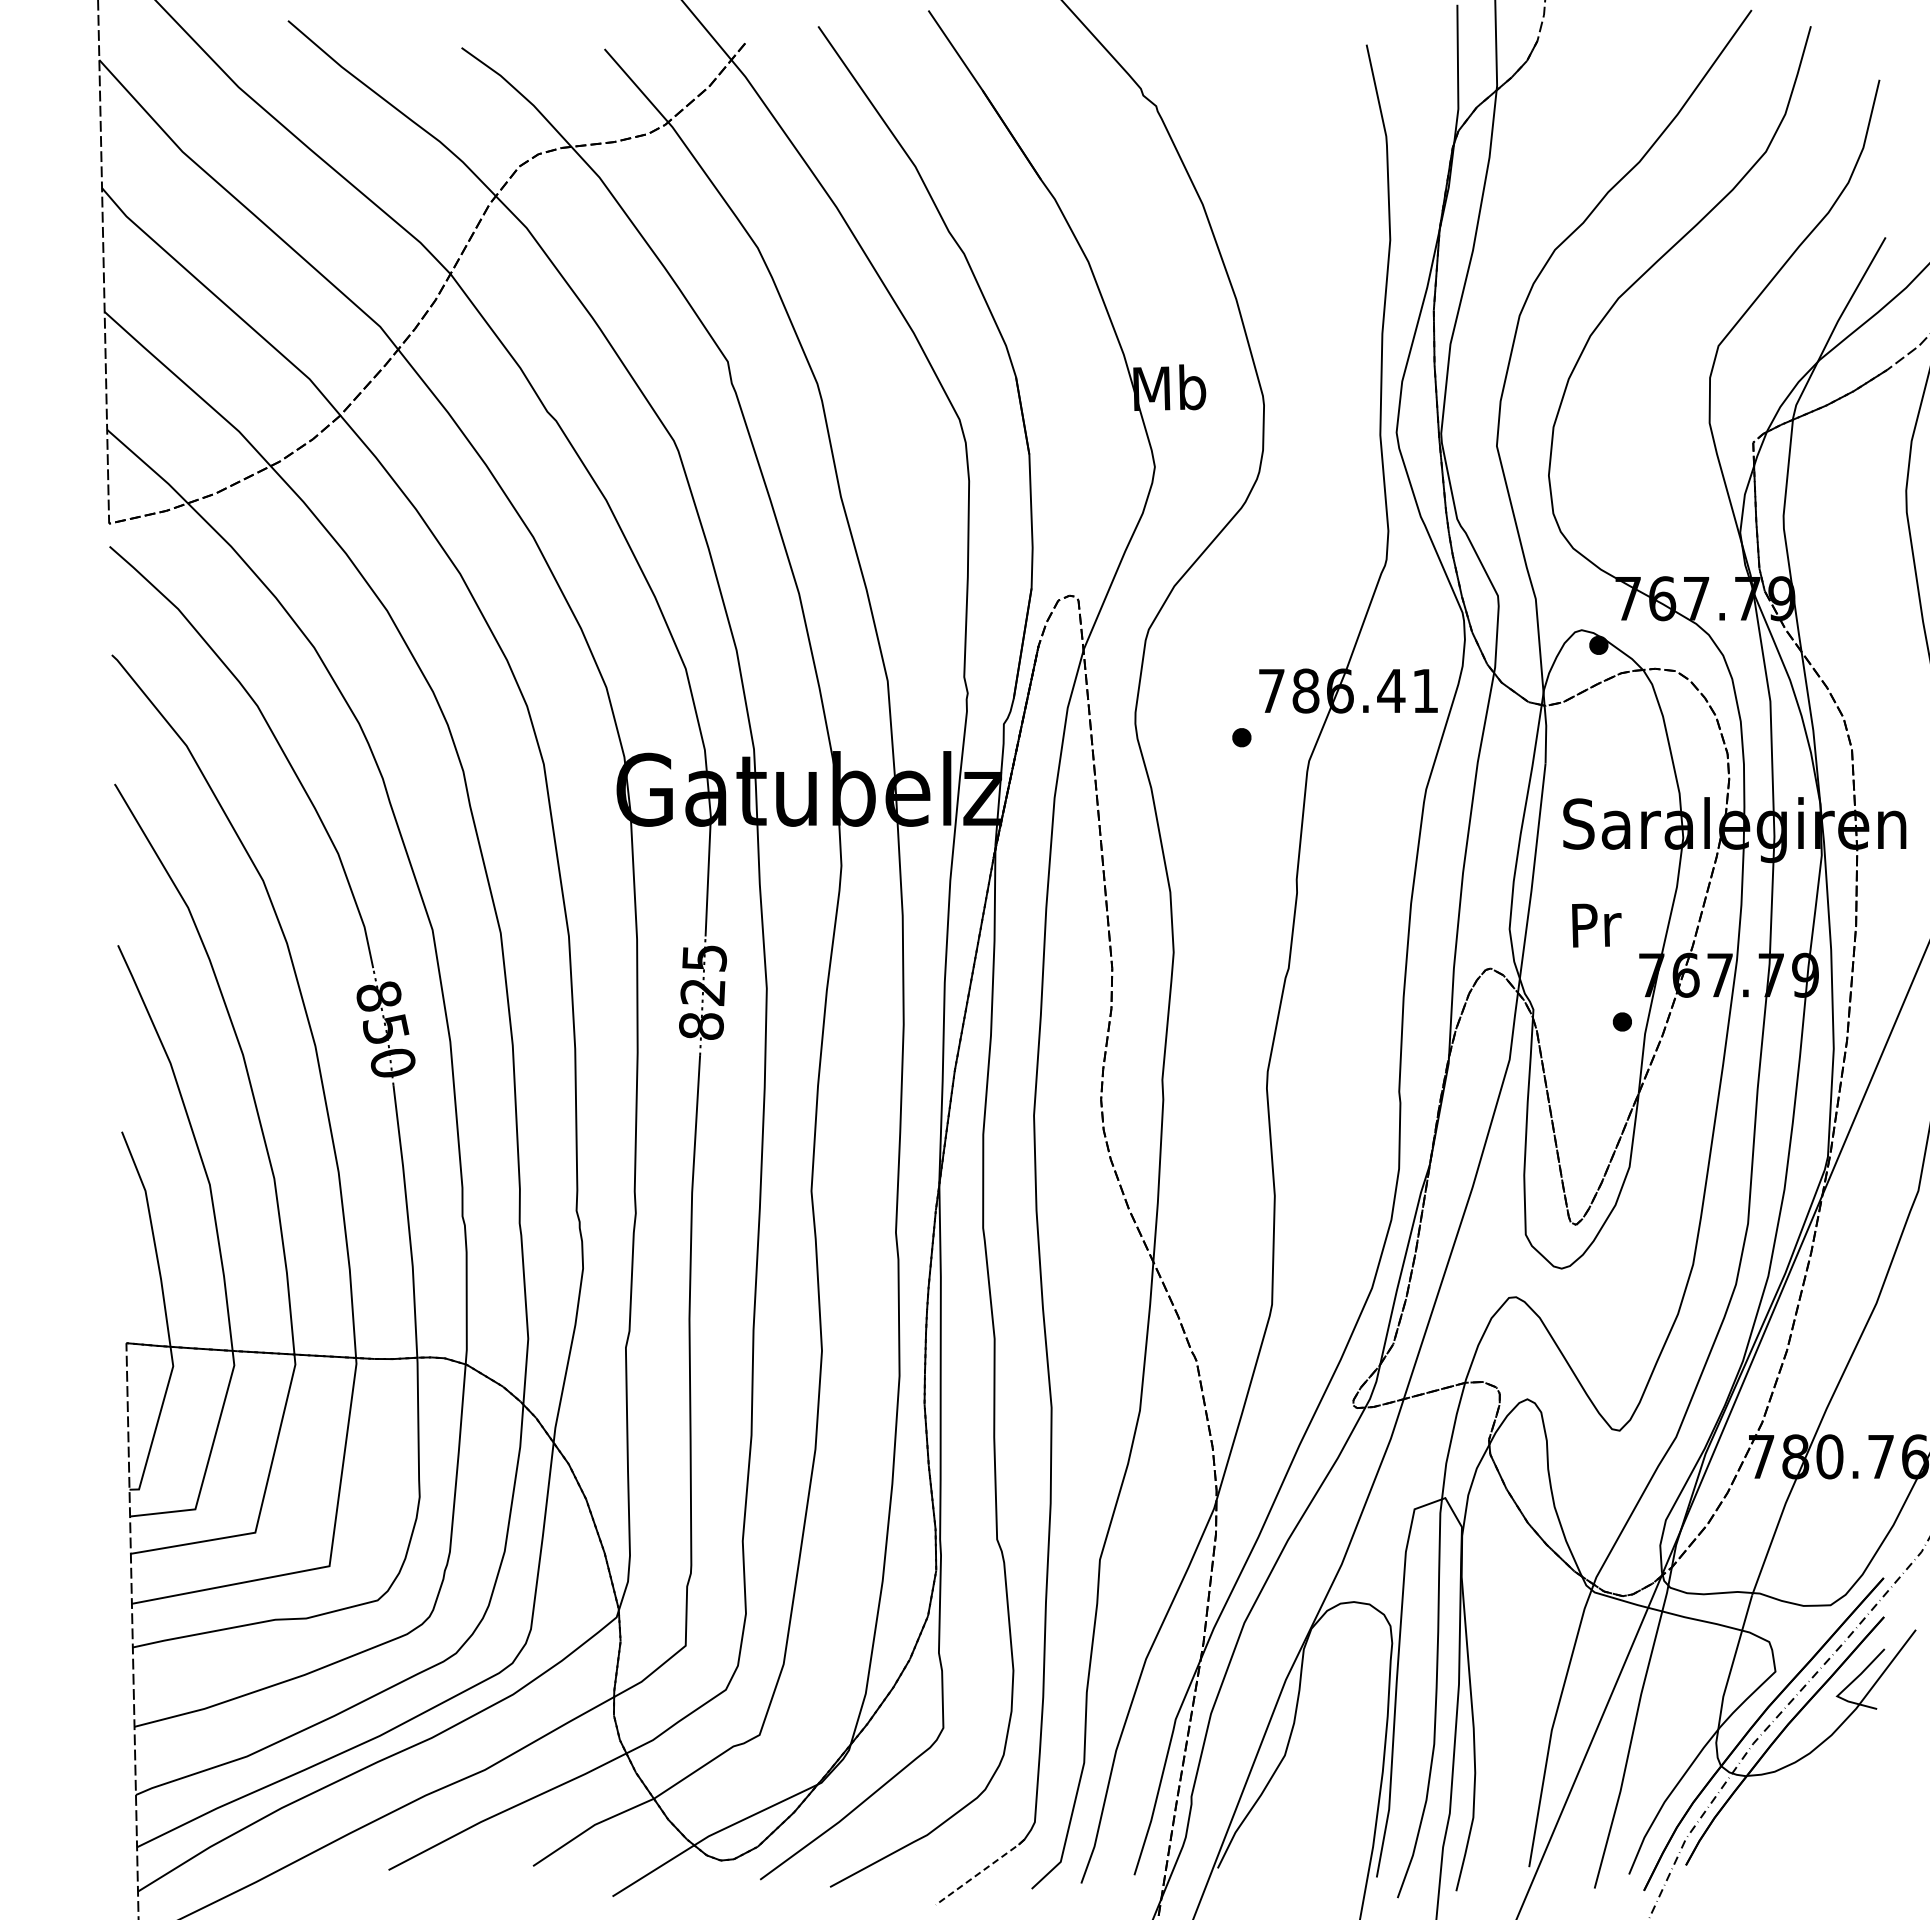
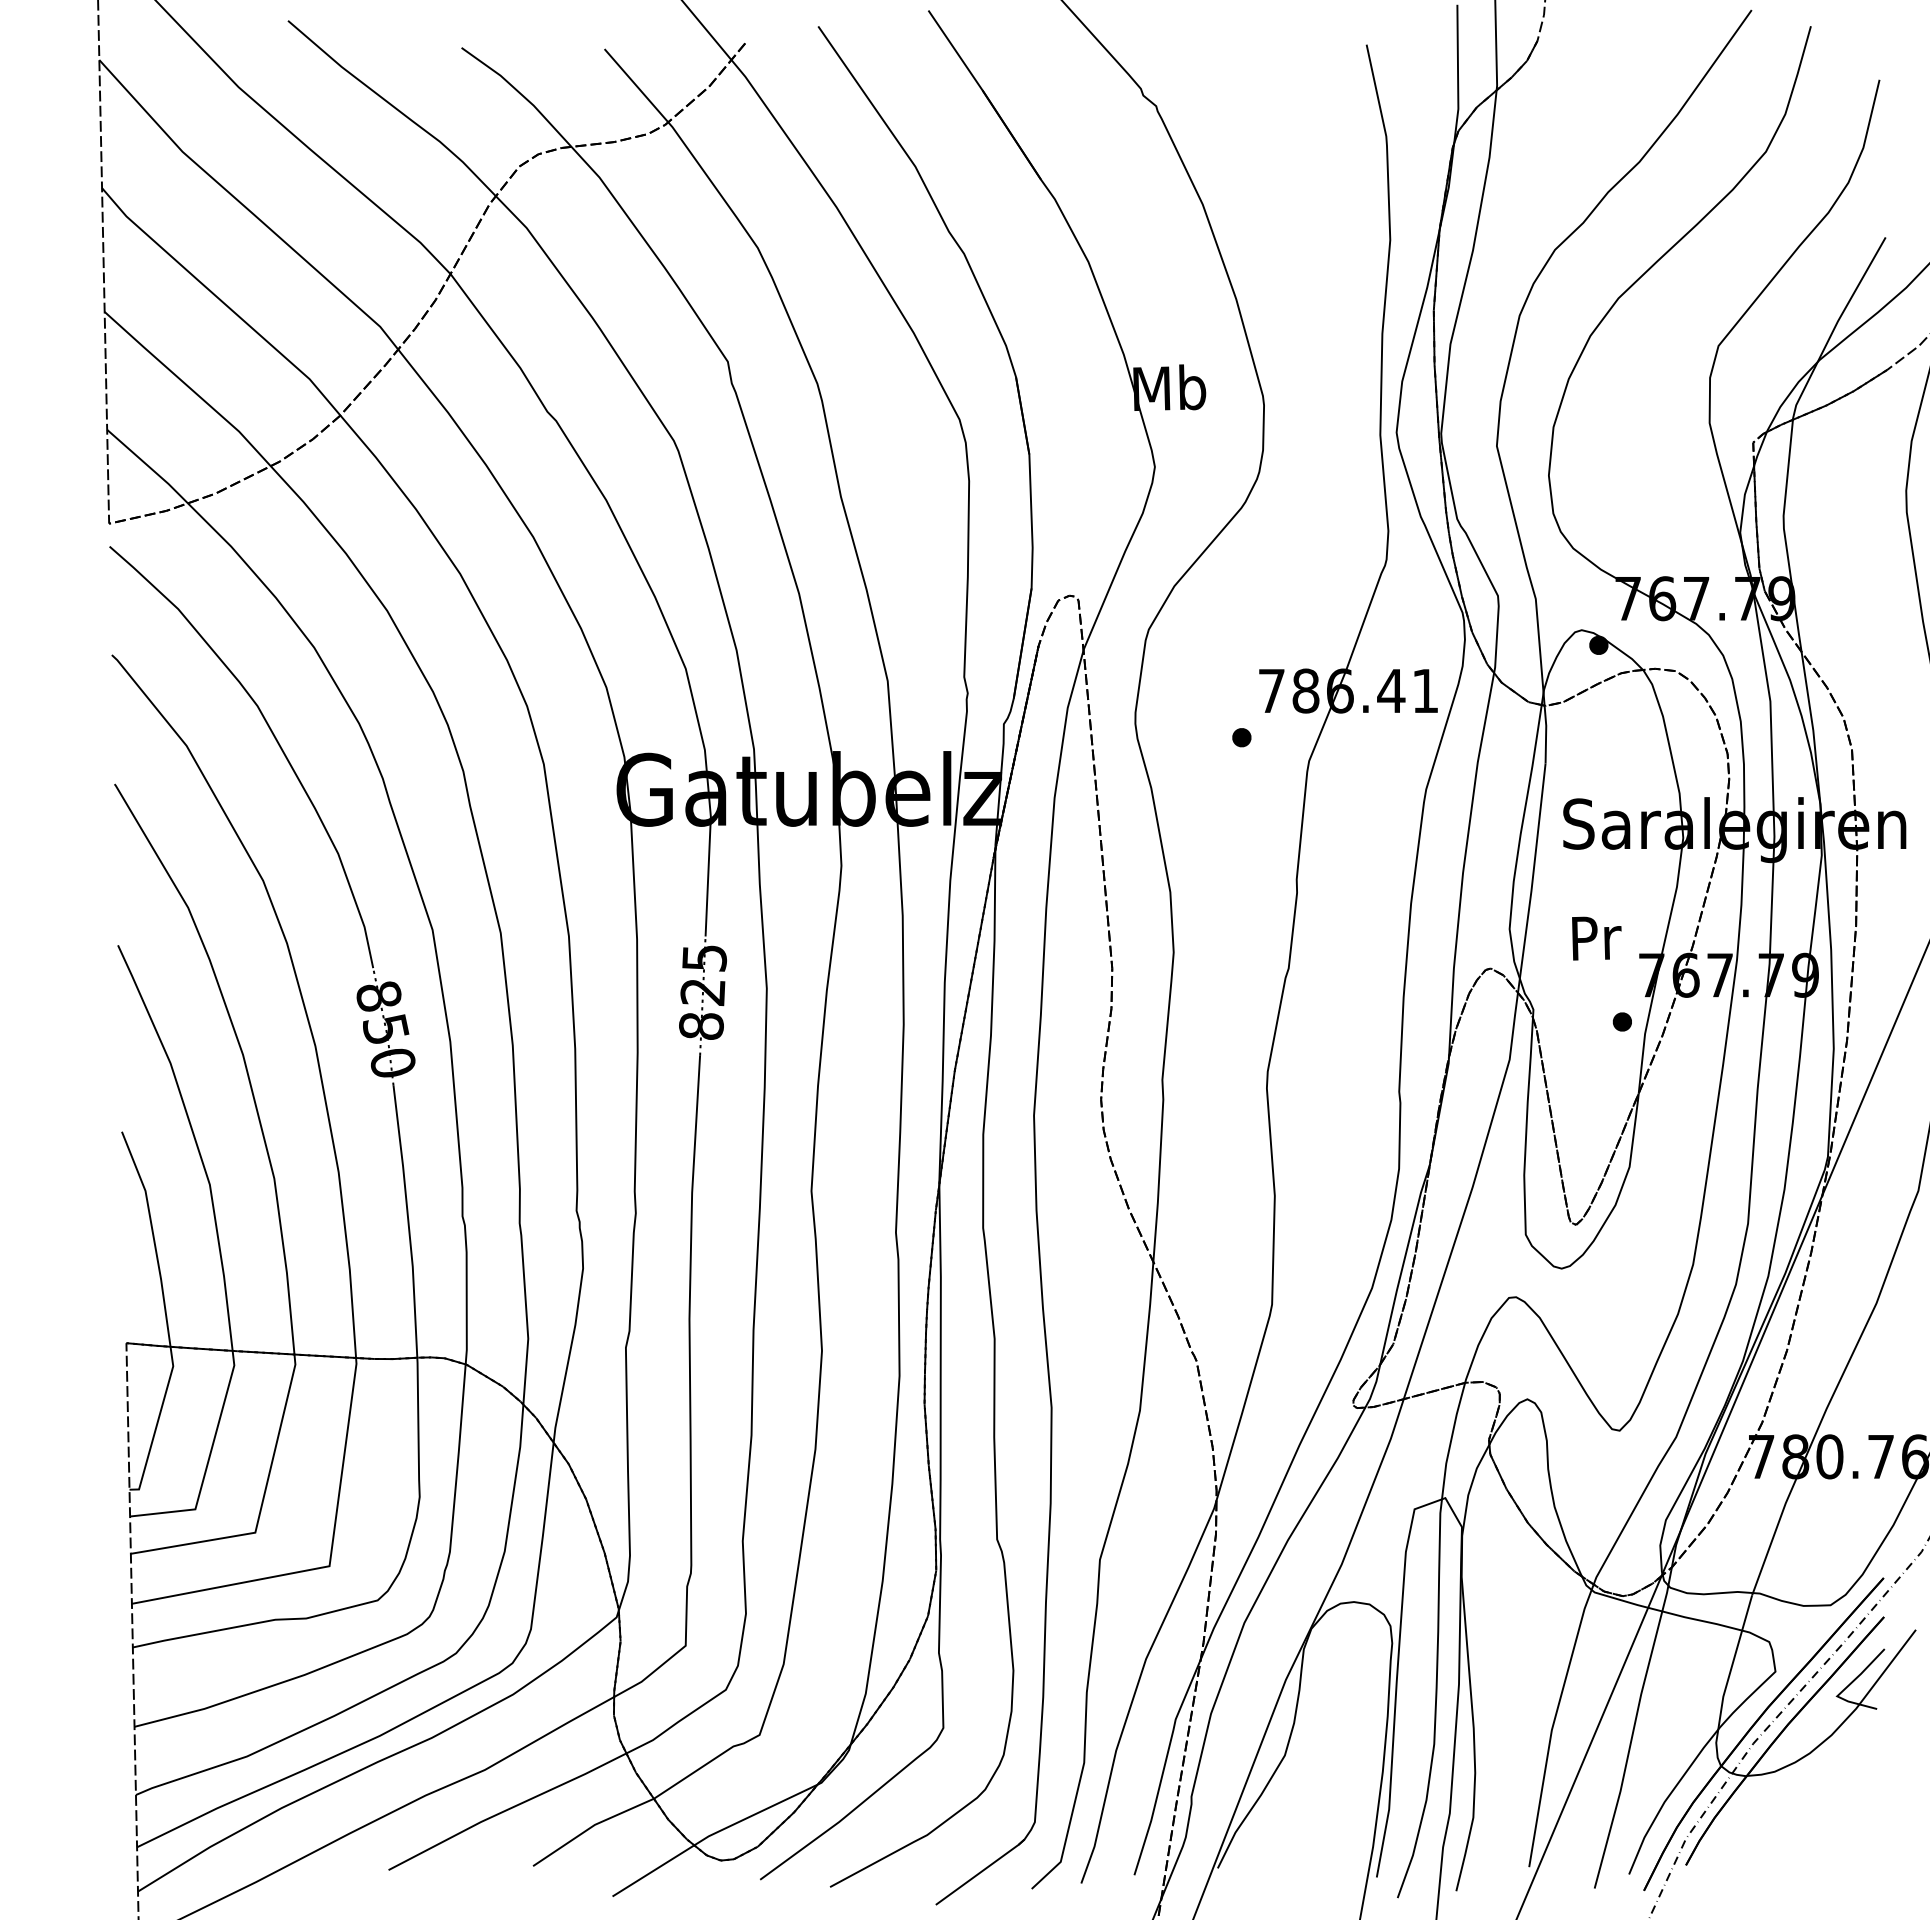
text at (1596, 925) position: (1596, 925) -> (1596, 938)
line at (980, 1872): dashed -> solid
